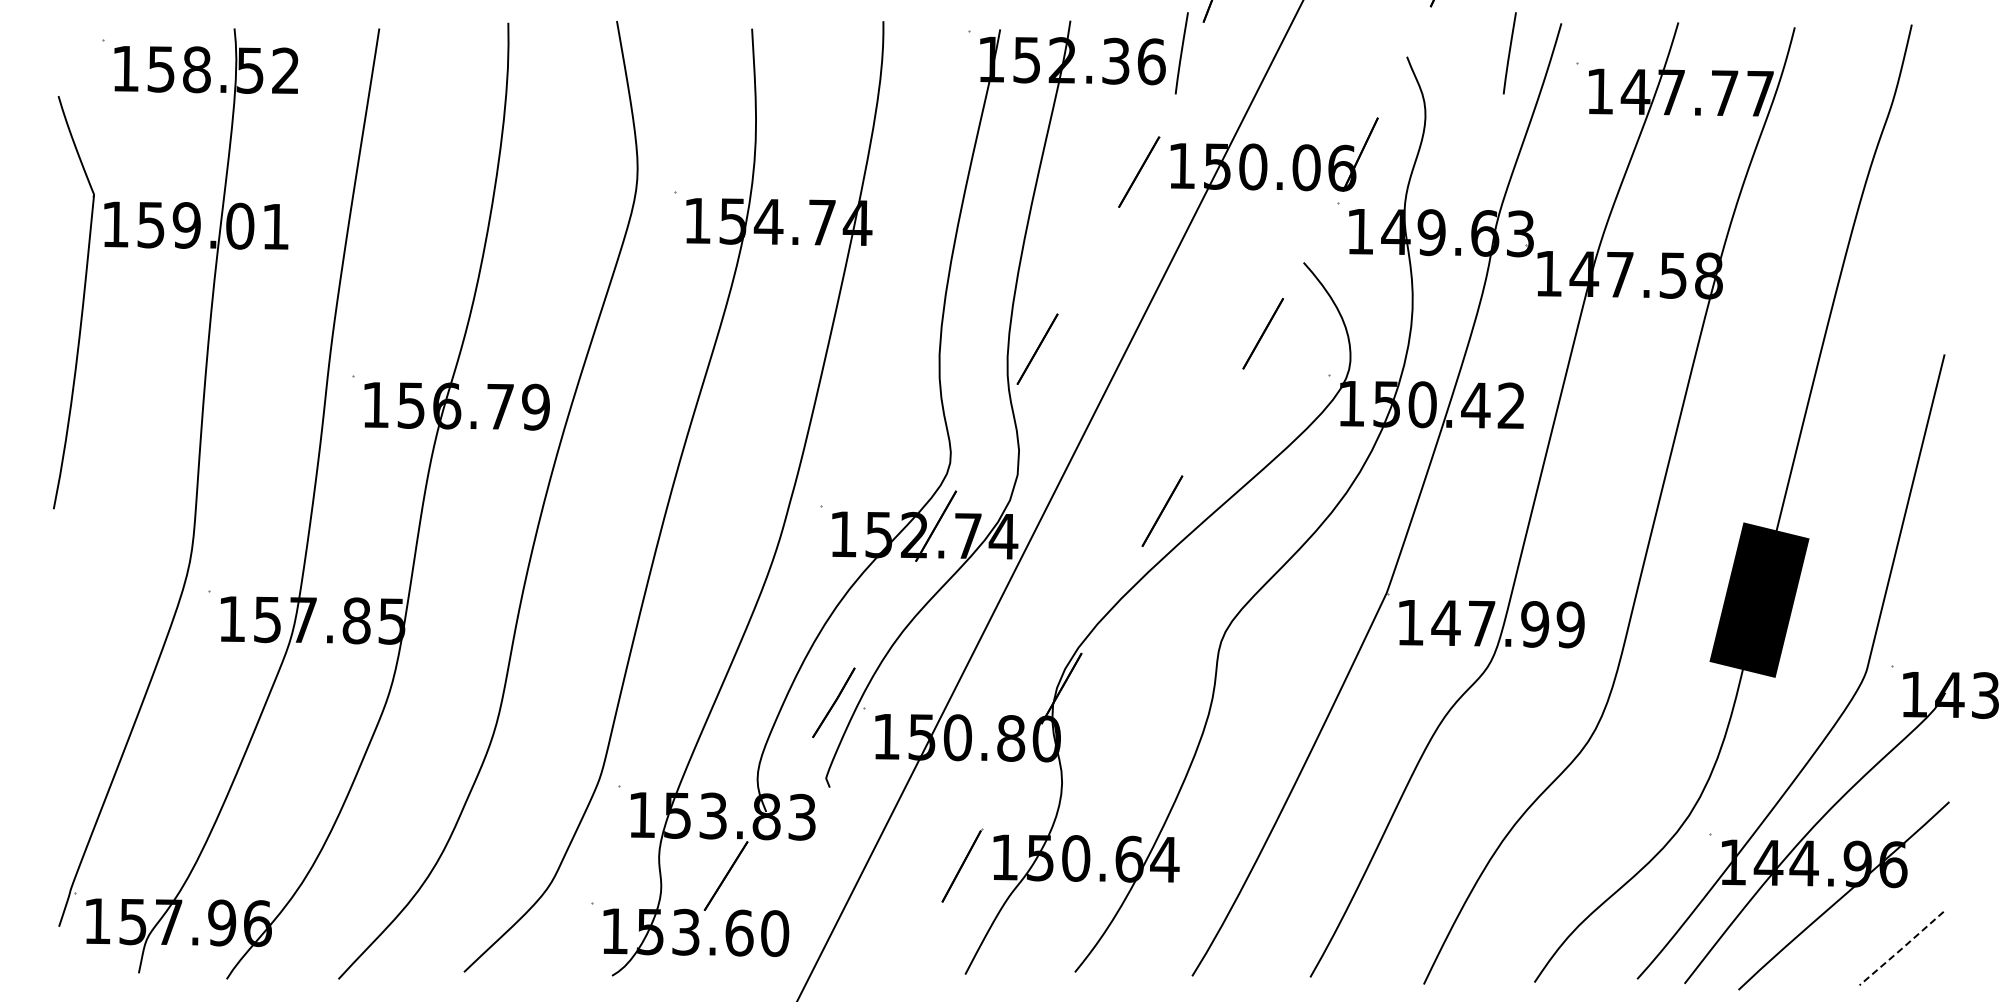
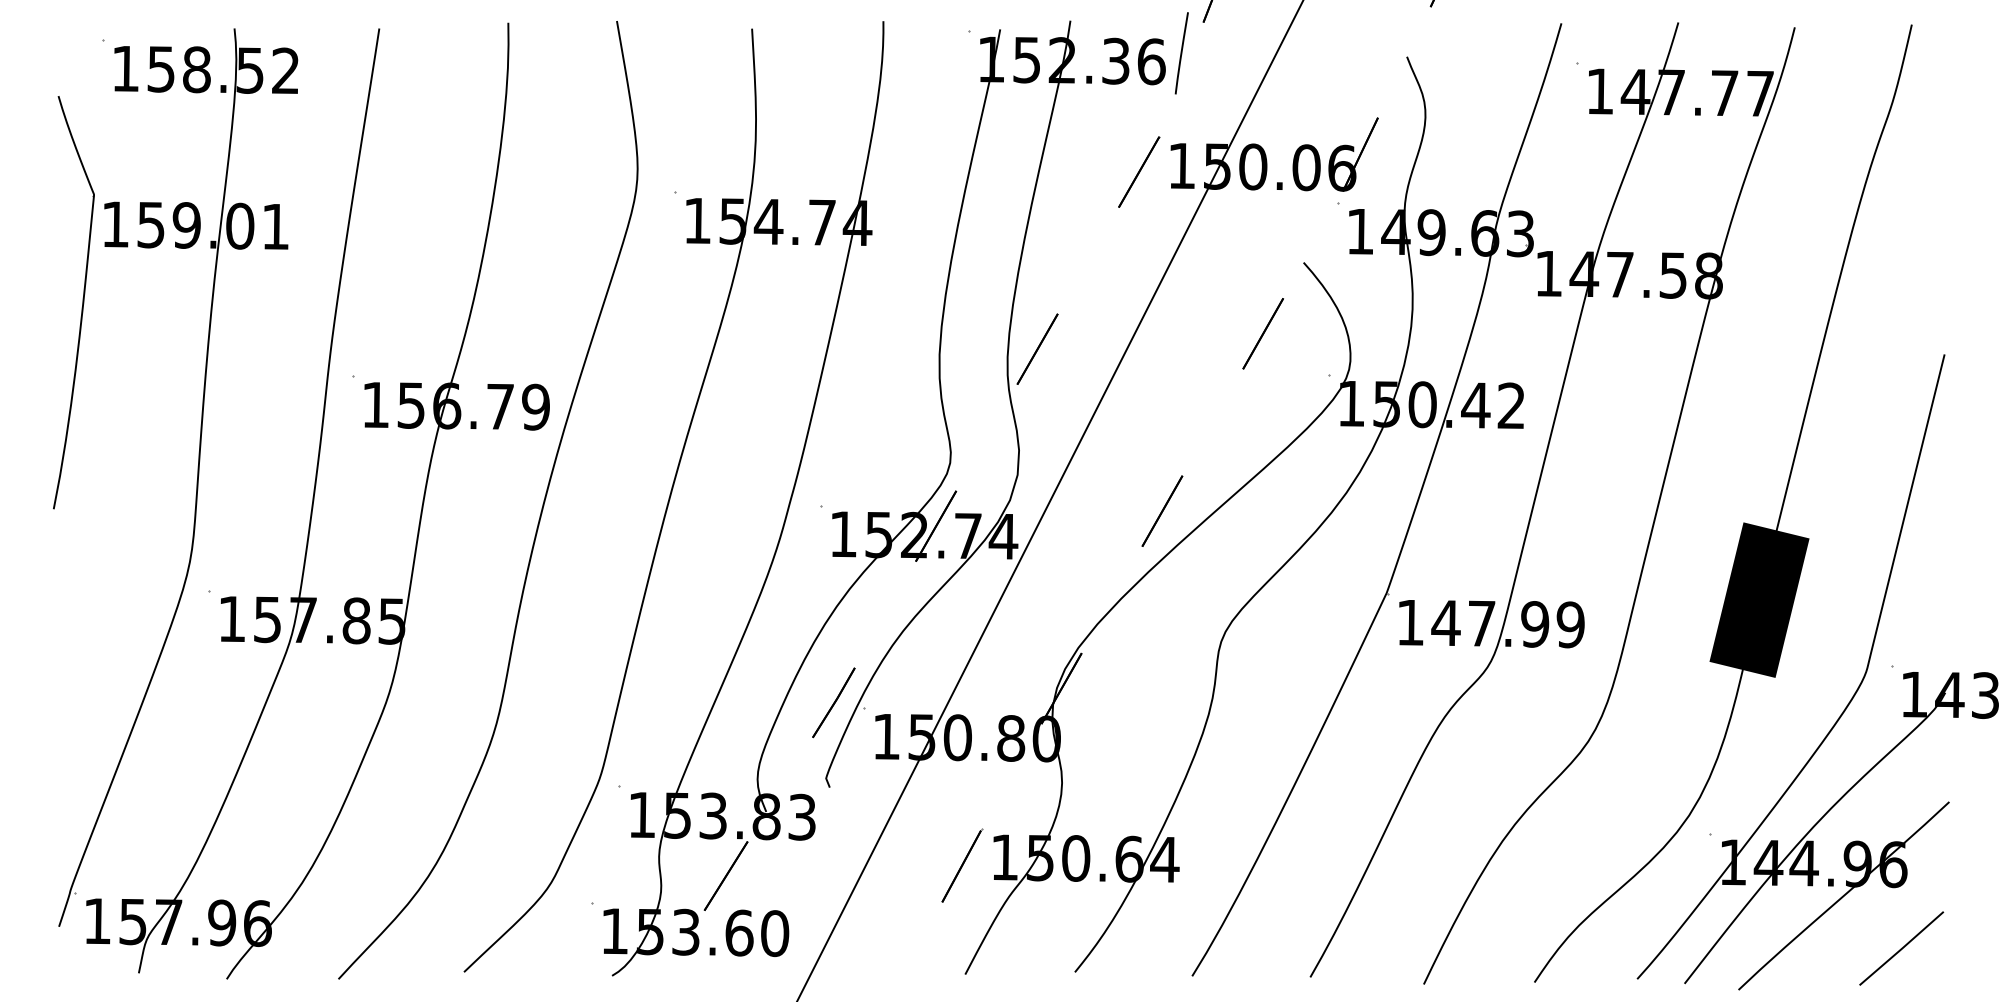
line at (1509, 53): present -> none
line at (1902, 948): dashed -> solid
